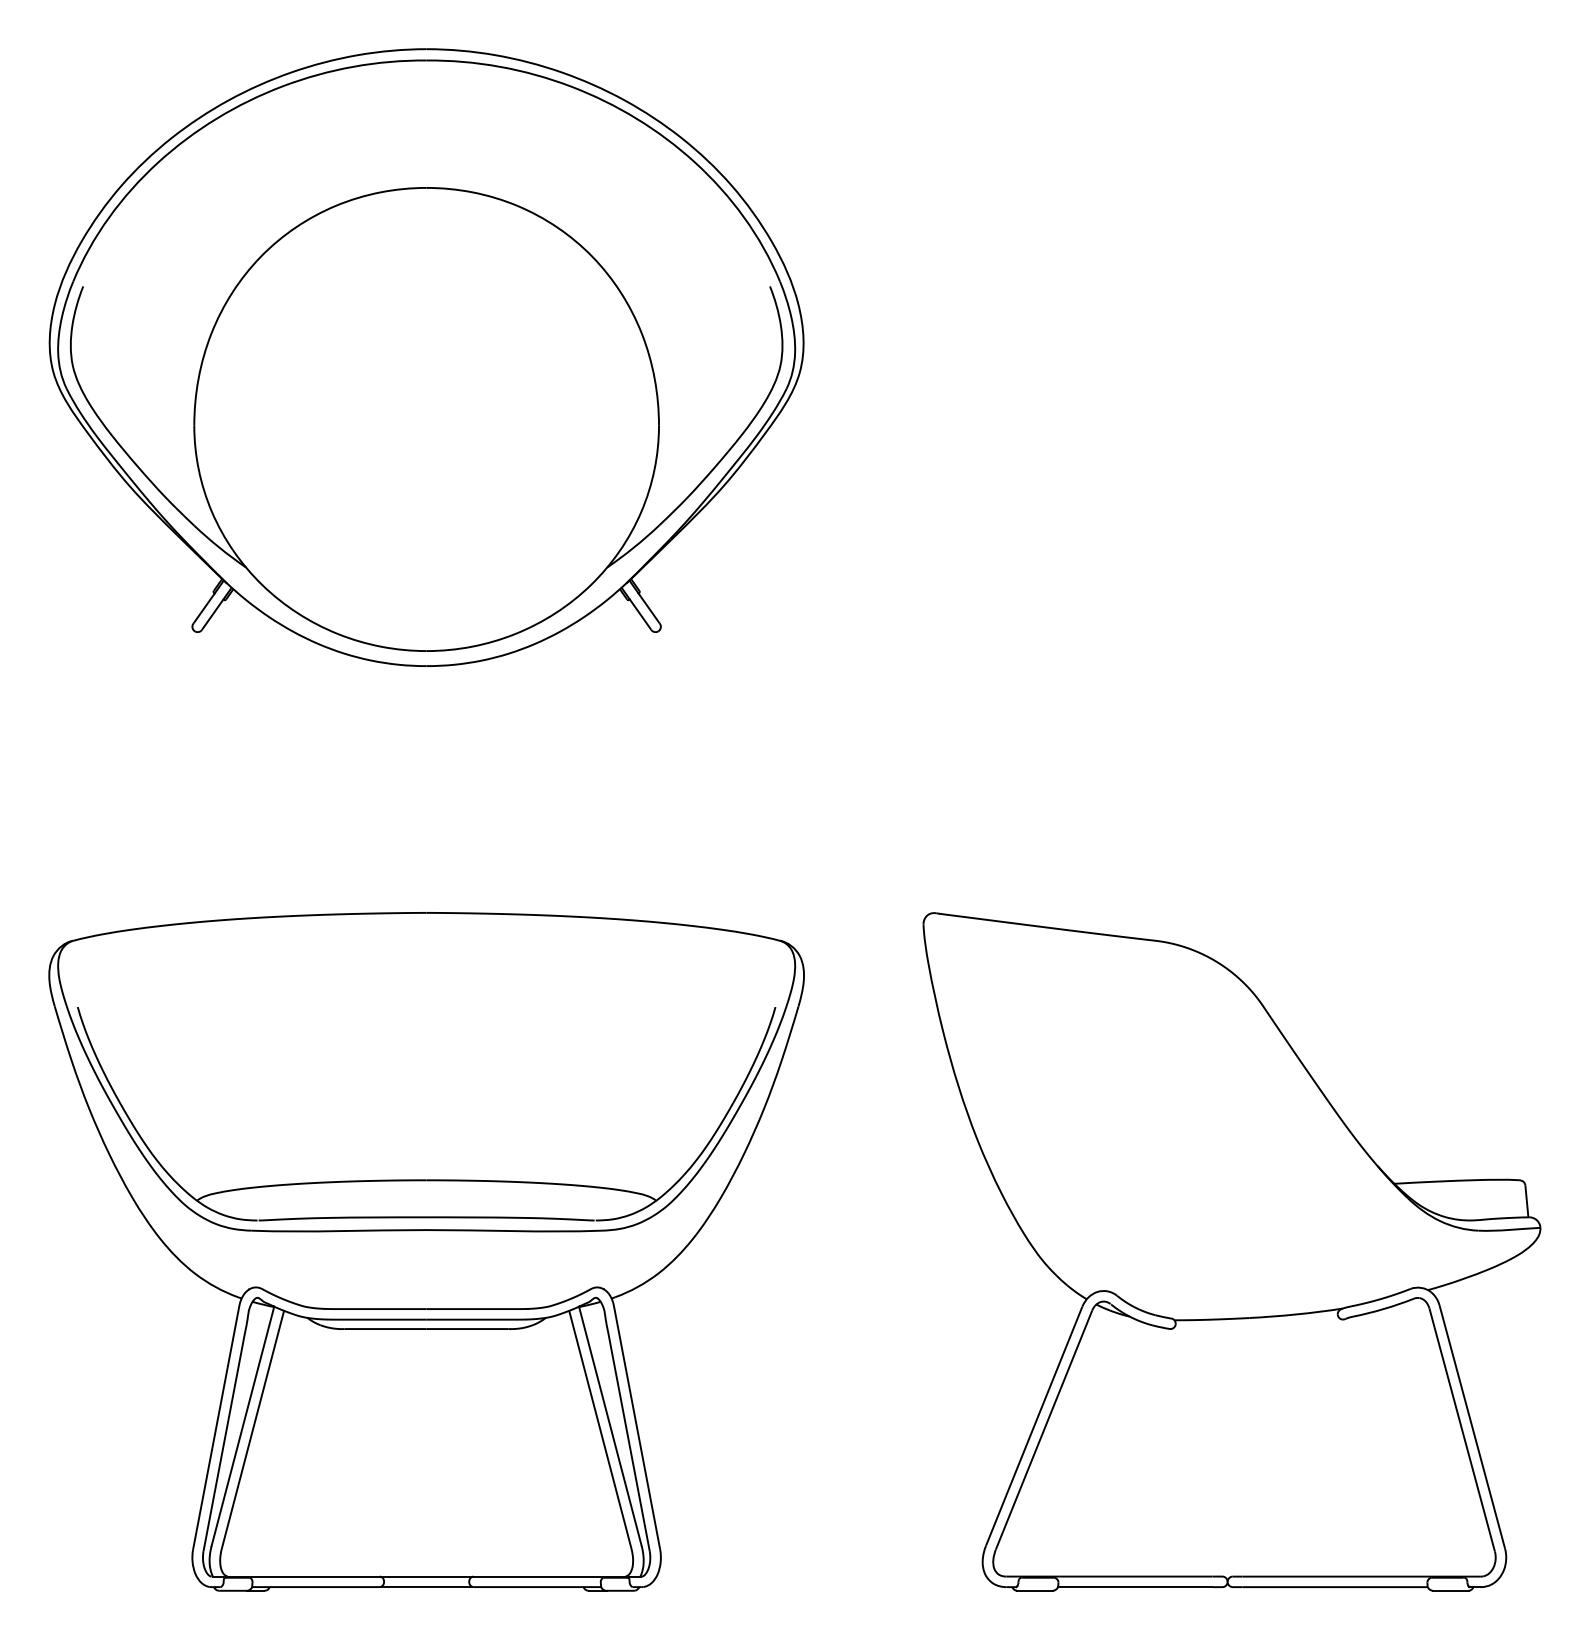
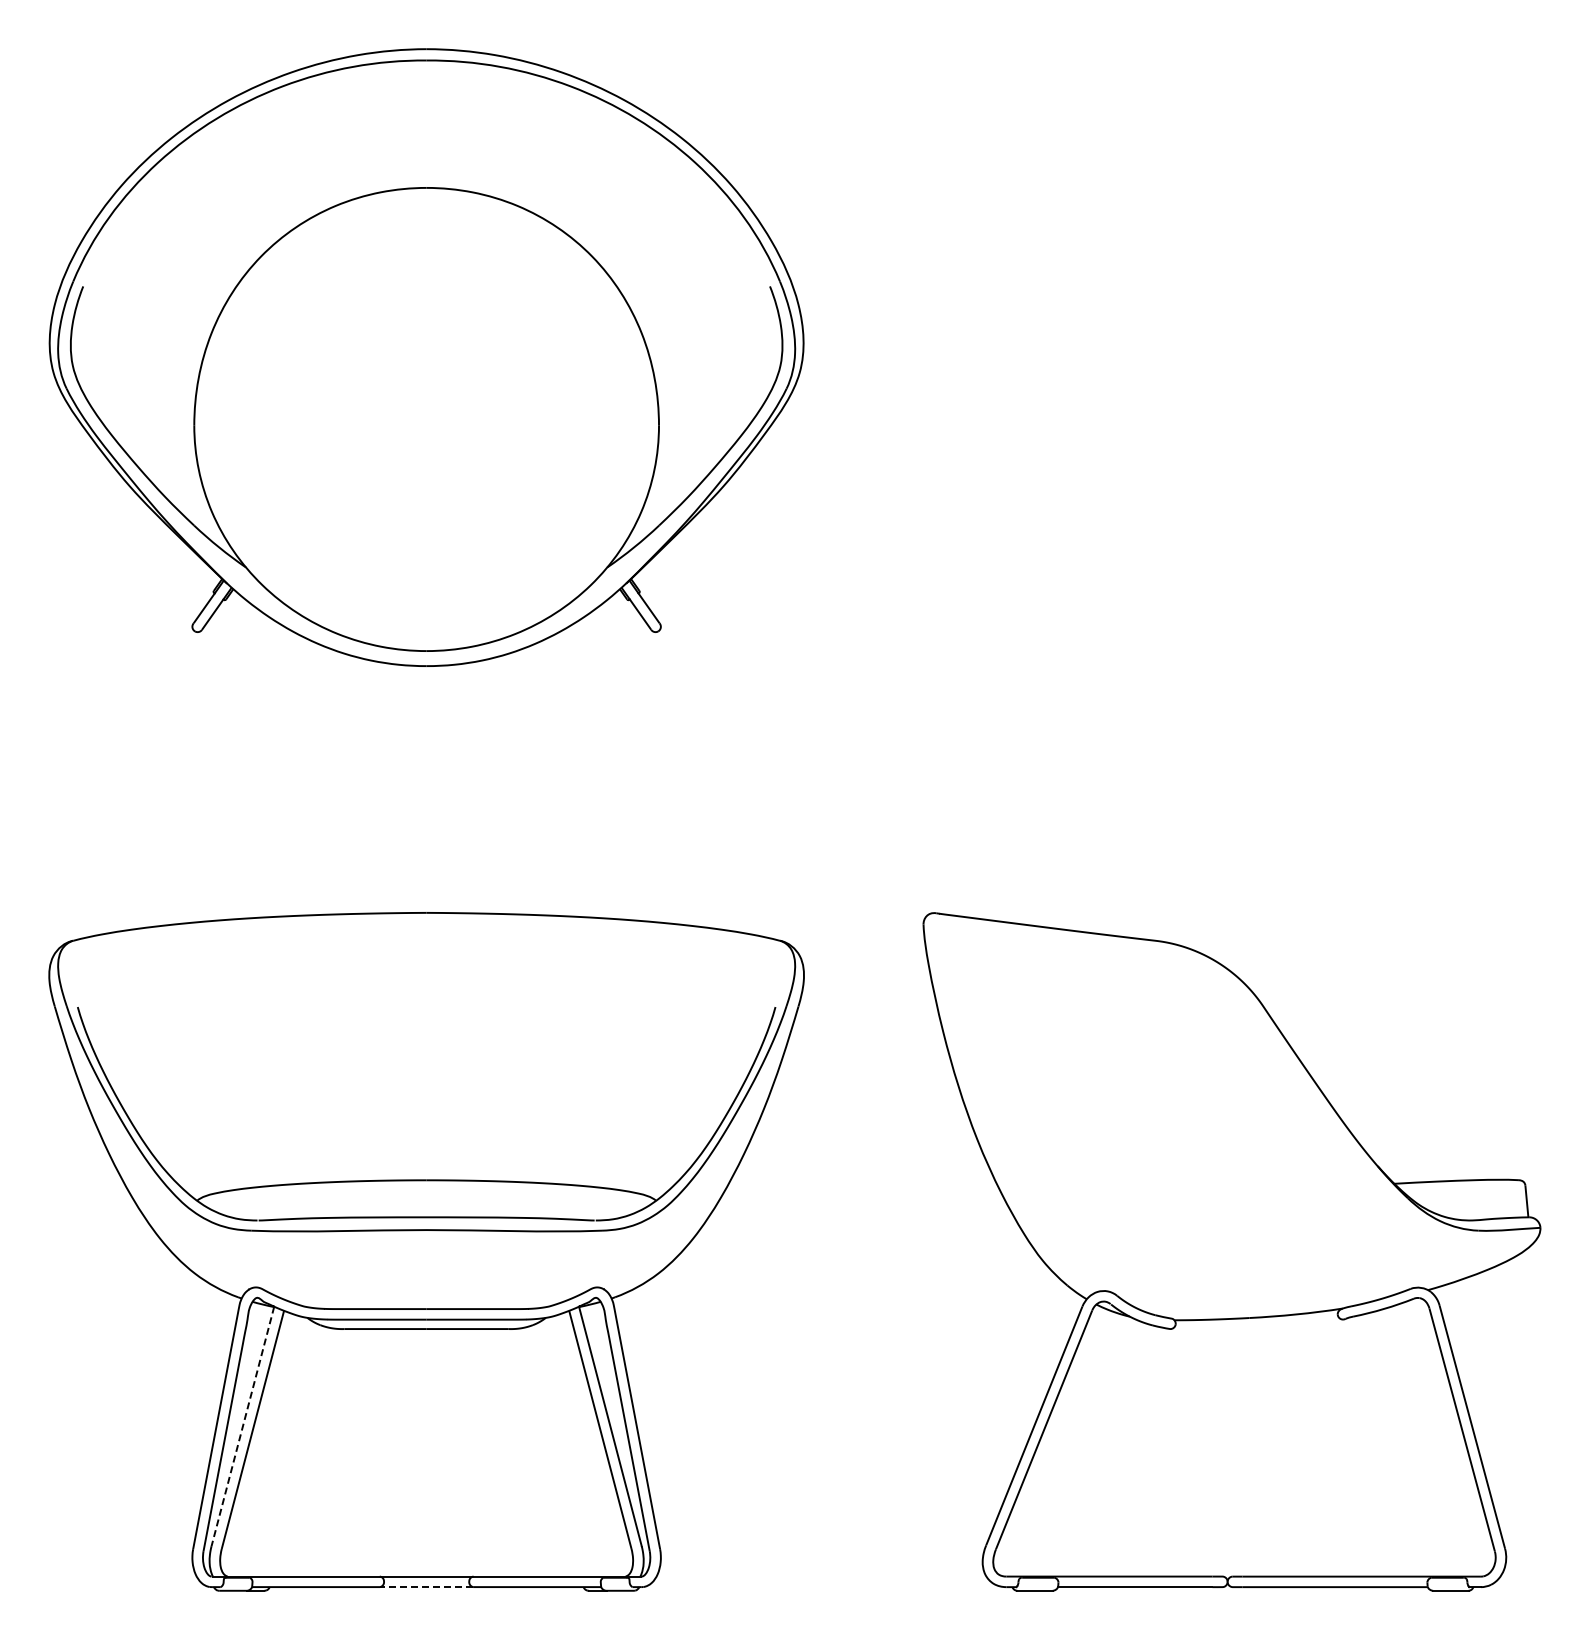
line at (242, 1426): solid -> dashed
line at (426, 1587): solid -> dashed
